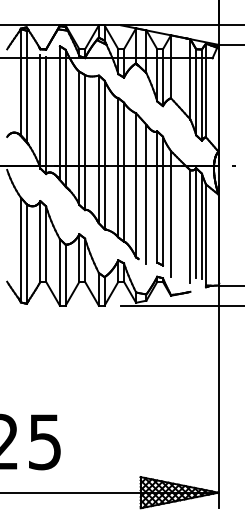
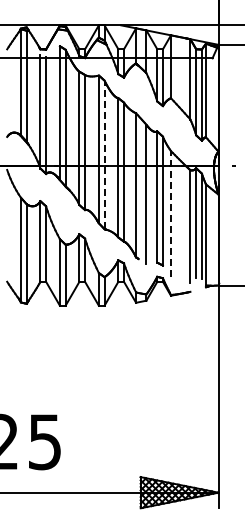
line at (104, 154): solid -> dashed
line at (171, 214): solid -> dashed
line at (181, 305): present -> none
